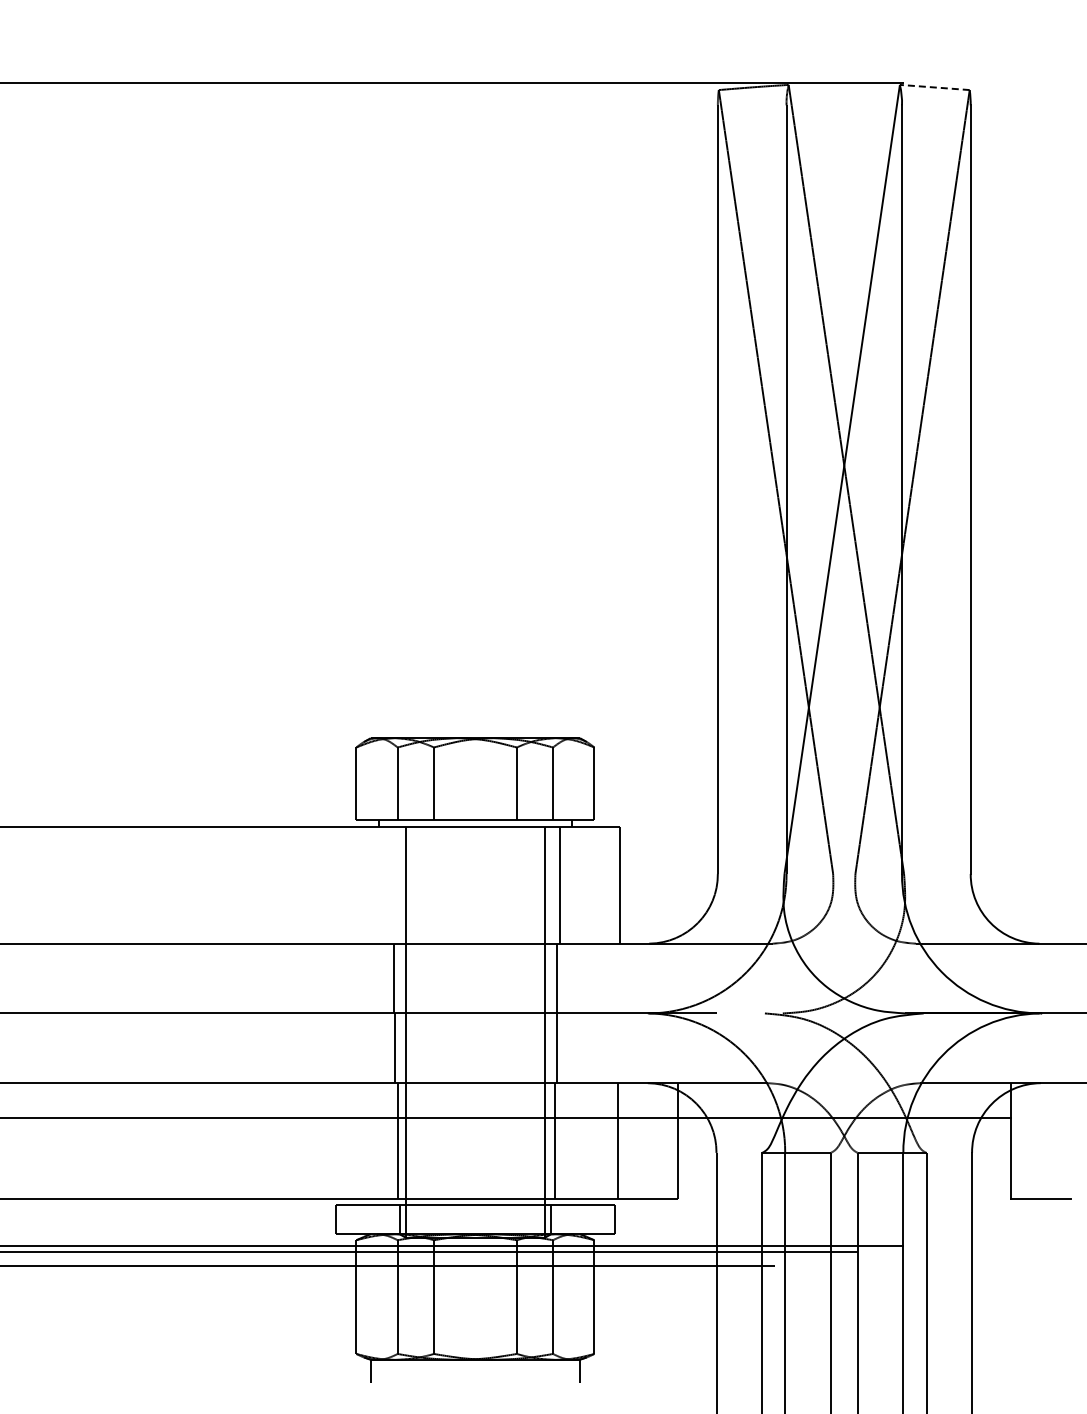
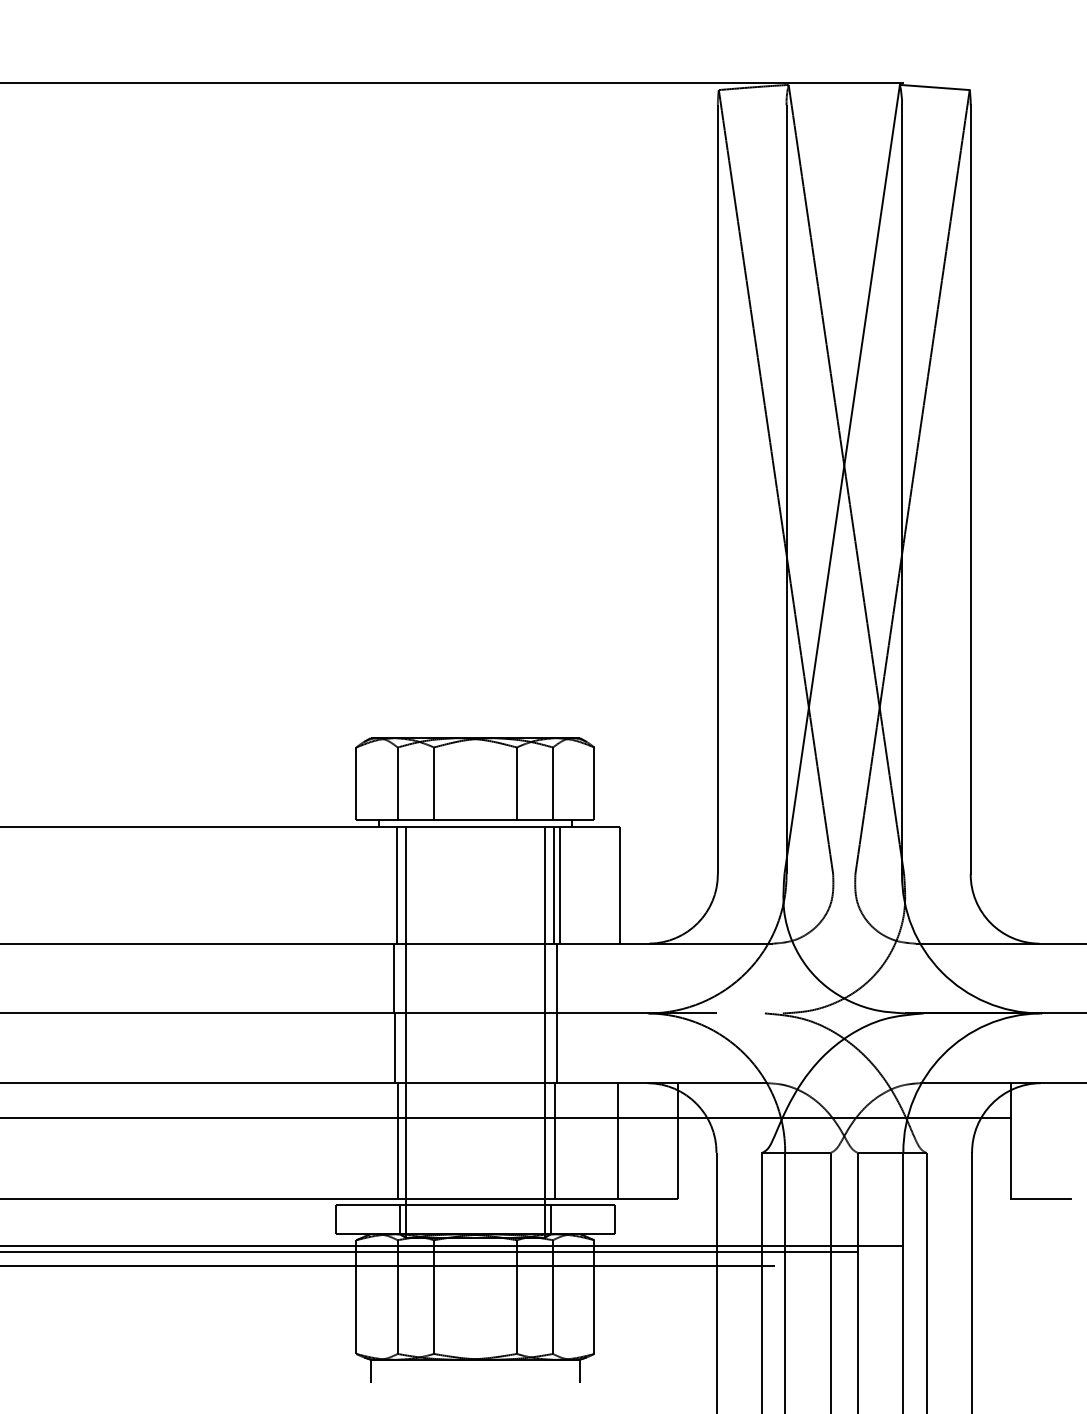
line at (934, 87): dashed -> solid
line at (396, 885): none -> present
line at (553, 885): none -> present
